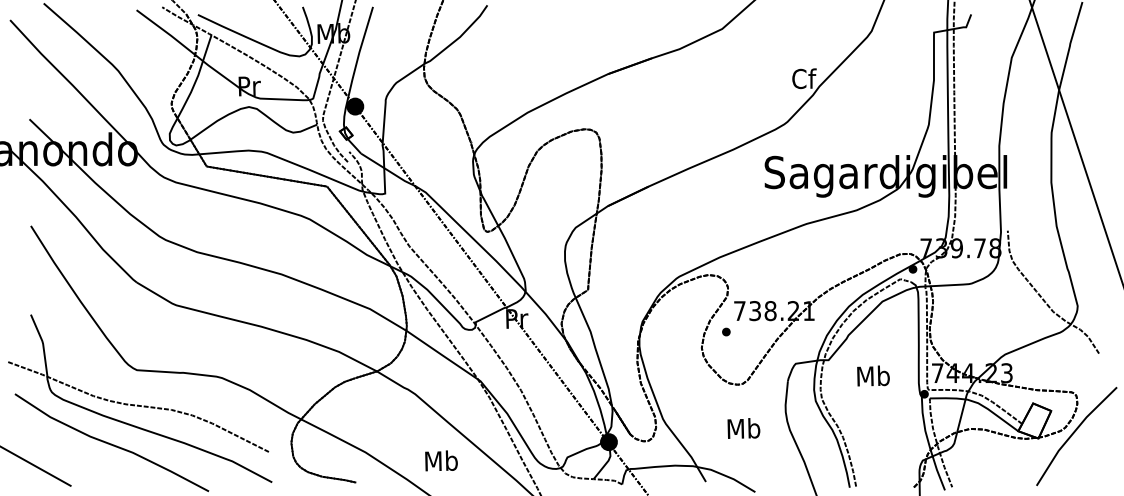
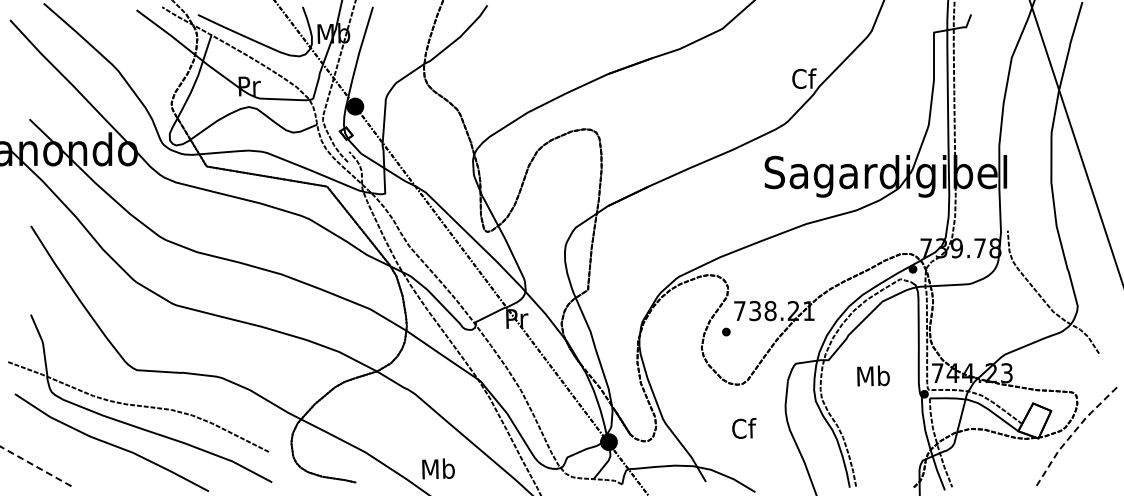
text at (743, 427): Mb -> Cf
line at (1072, 433): solid -> dashed
text at (441, 460) position: (441, 460) -> (438, 468)
line at (35, 466): solid -> dashed
